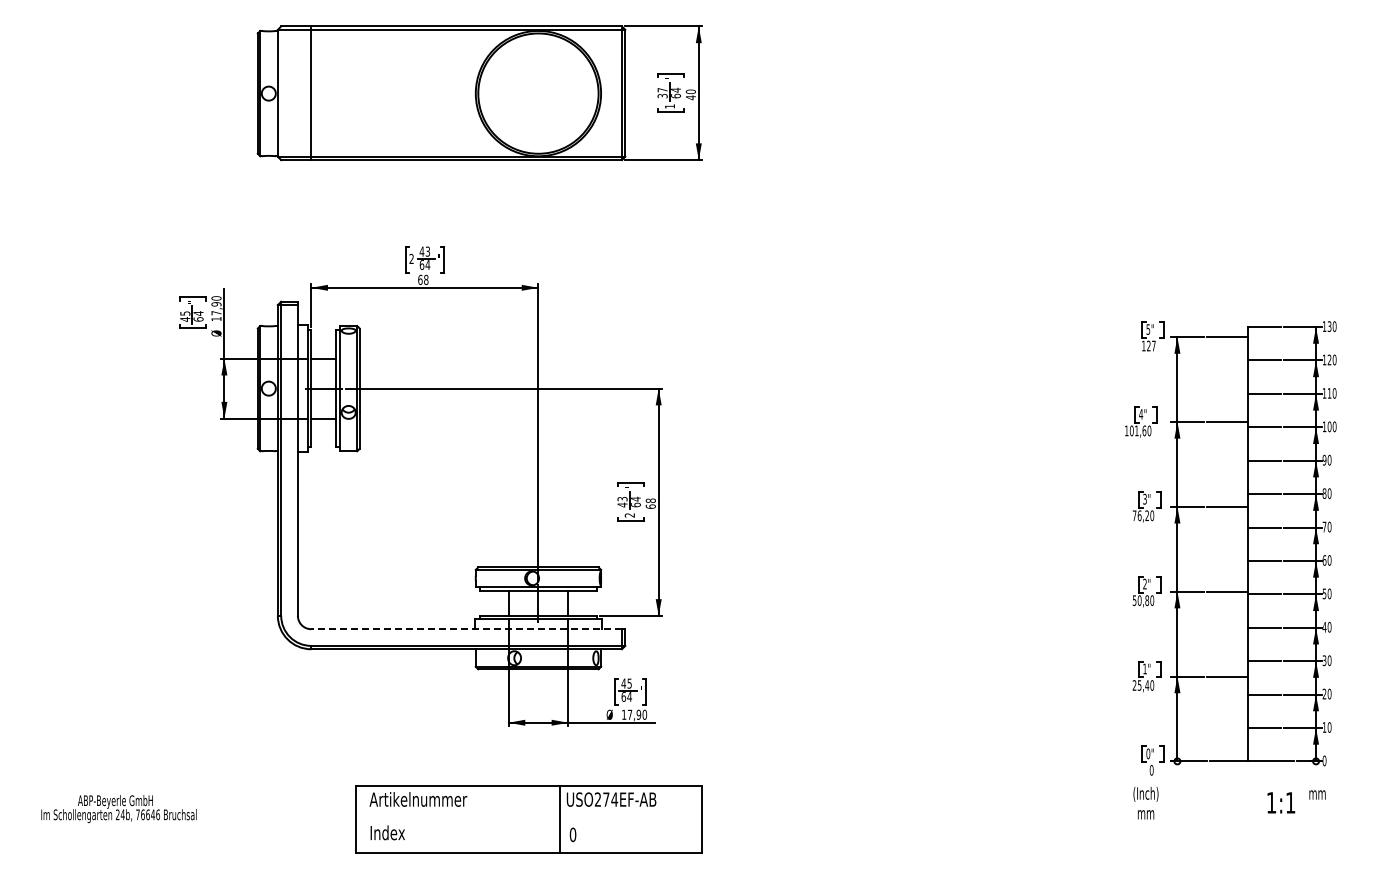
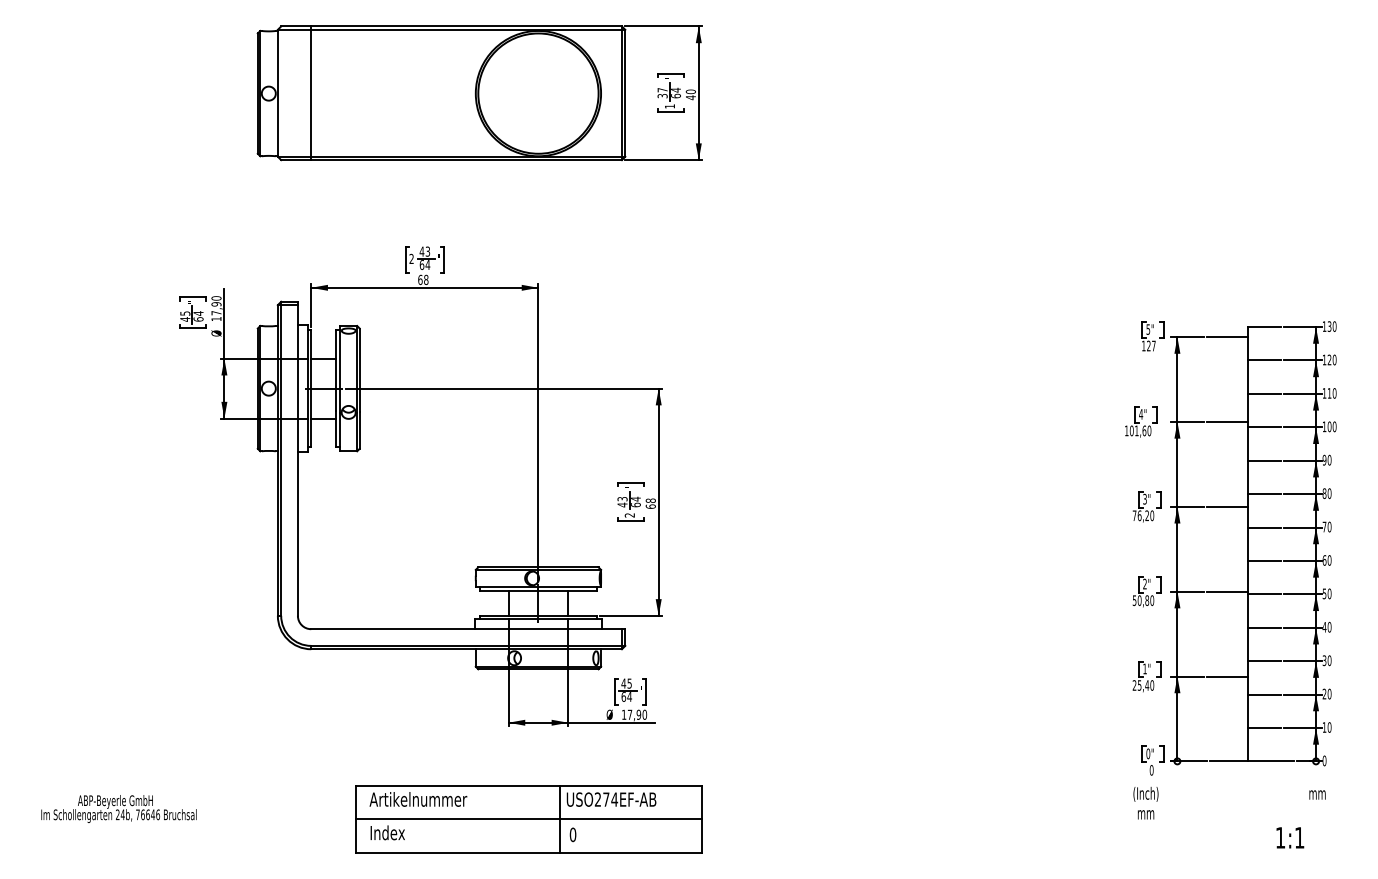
line at (466, 629): dashed -> solid
text at (1281, 802) position: (1281, 802) -> (1290, 837)
line at (528, 819): none -> present
